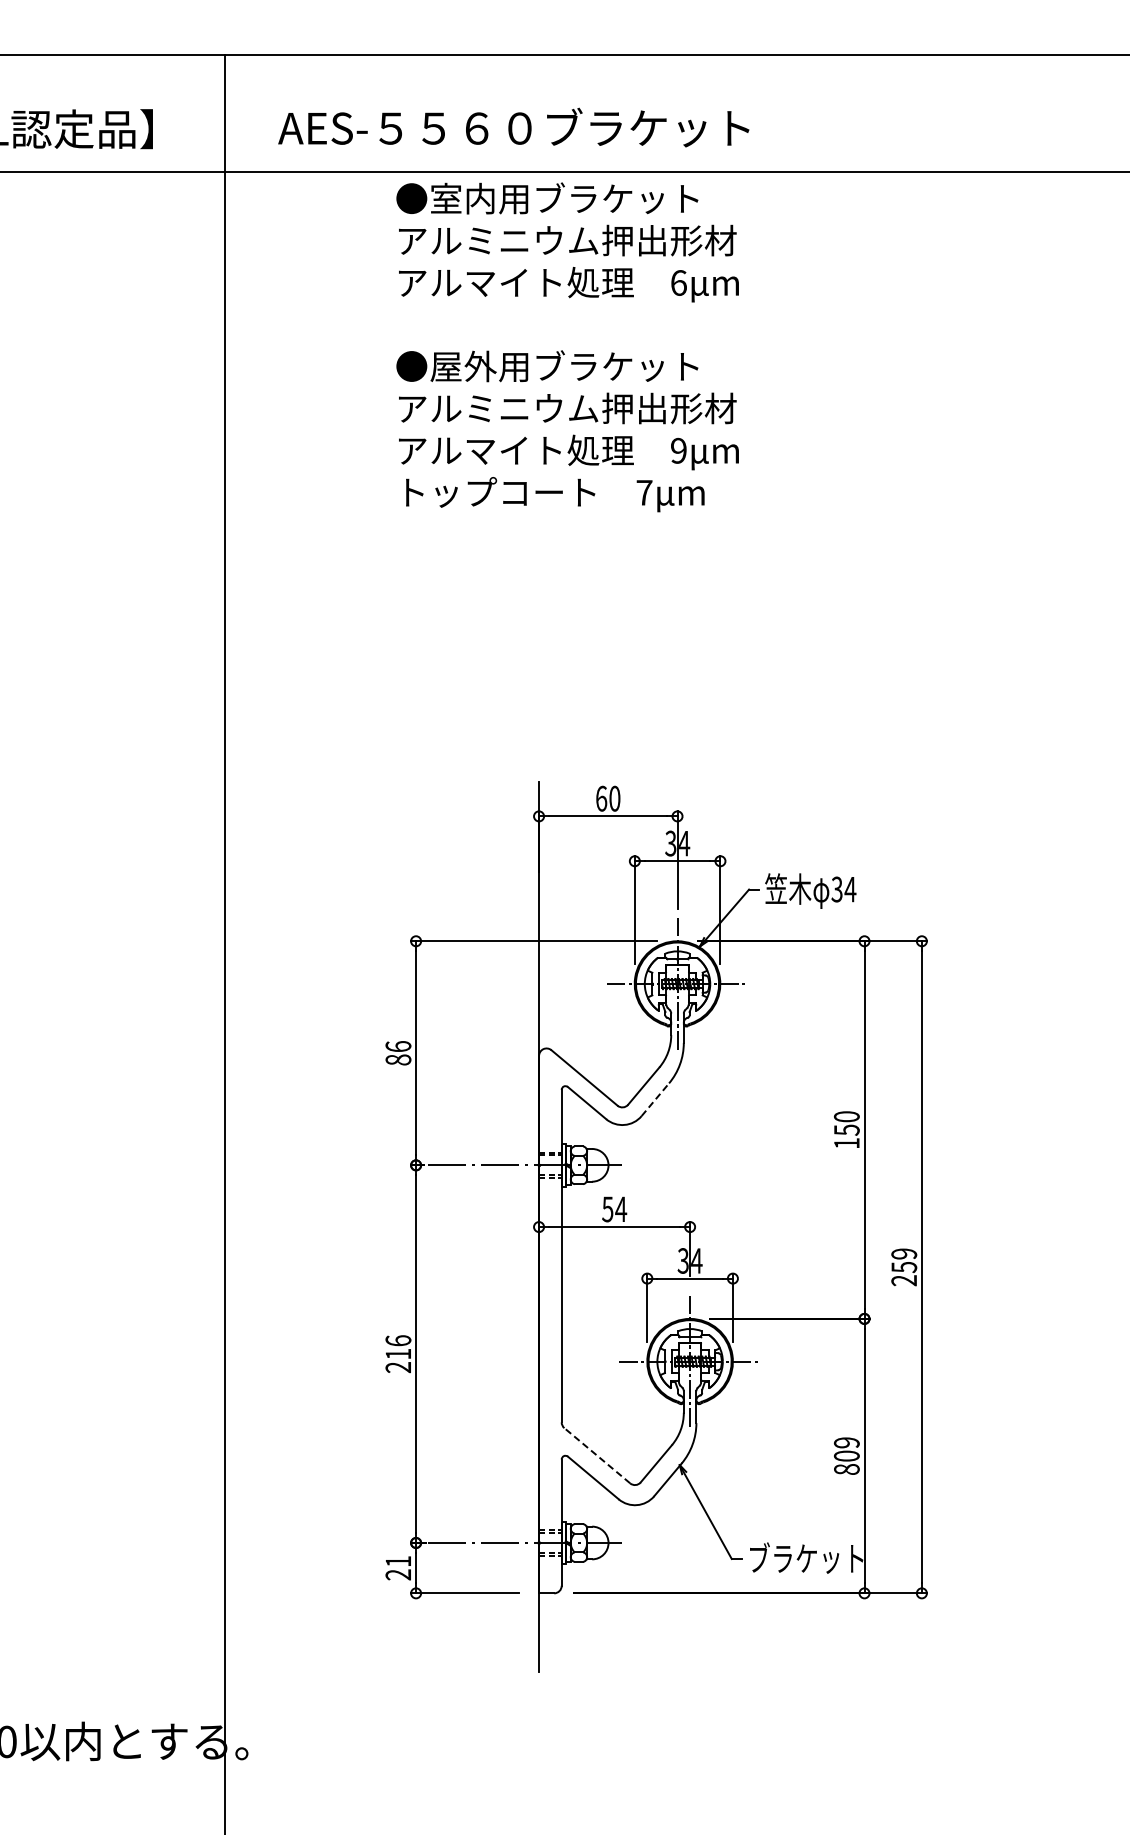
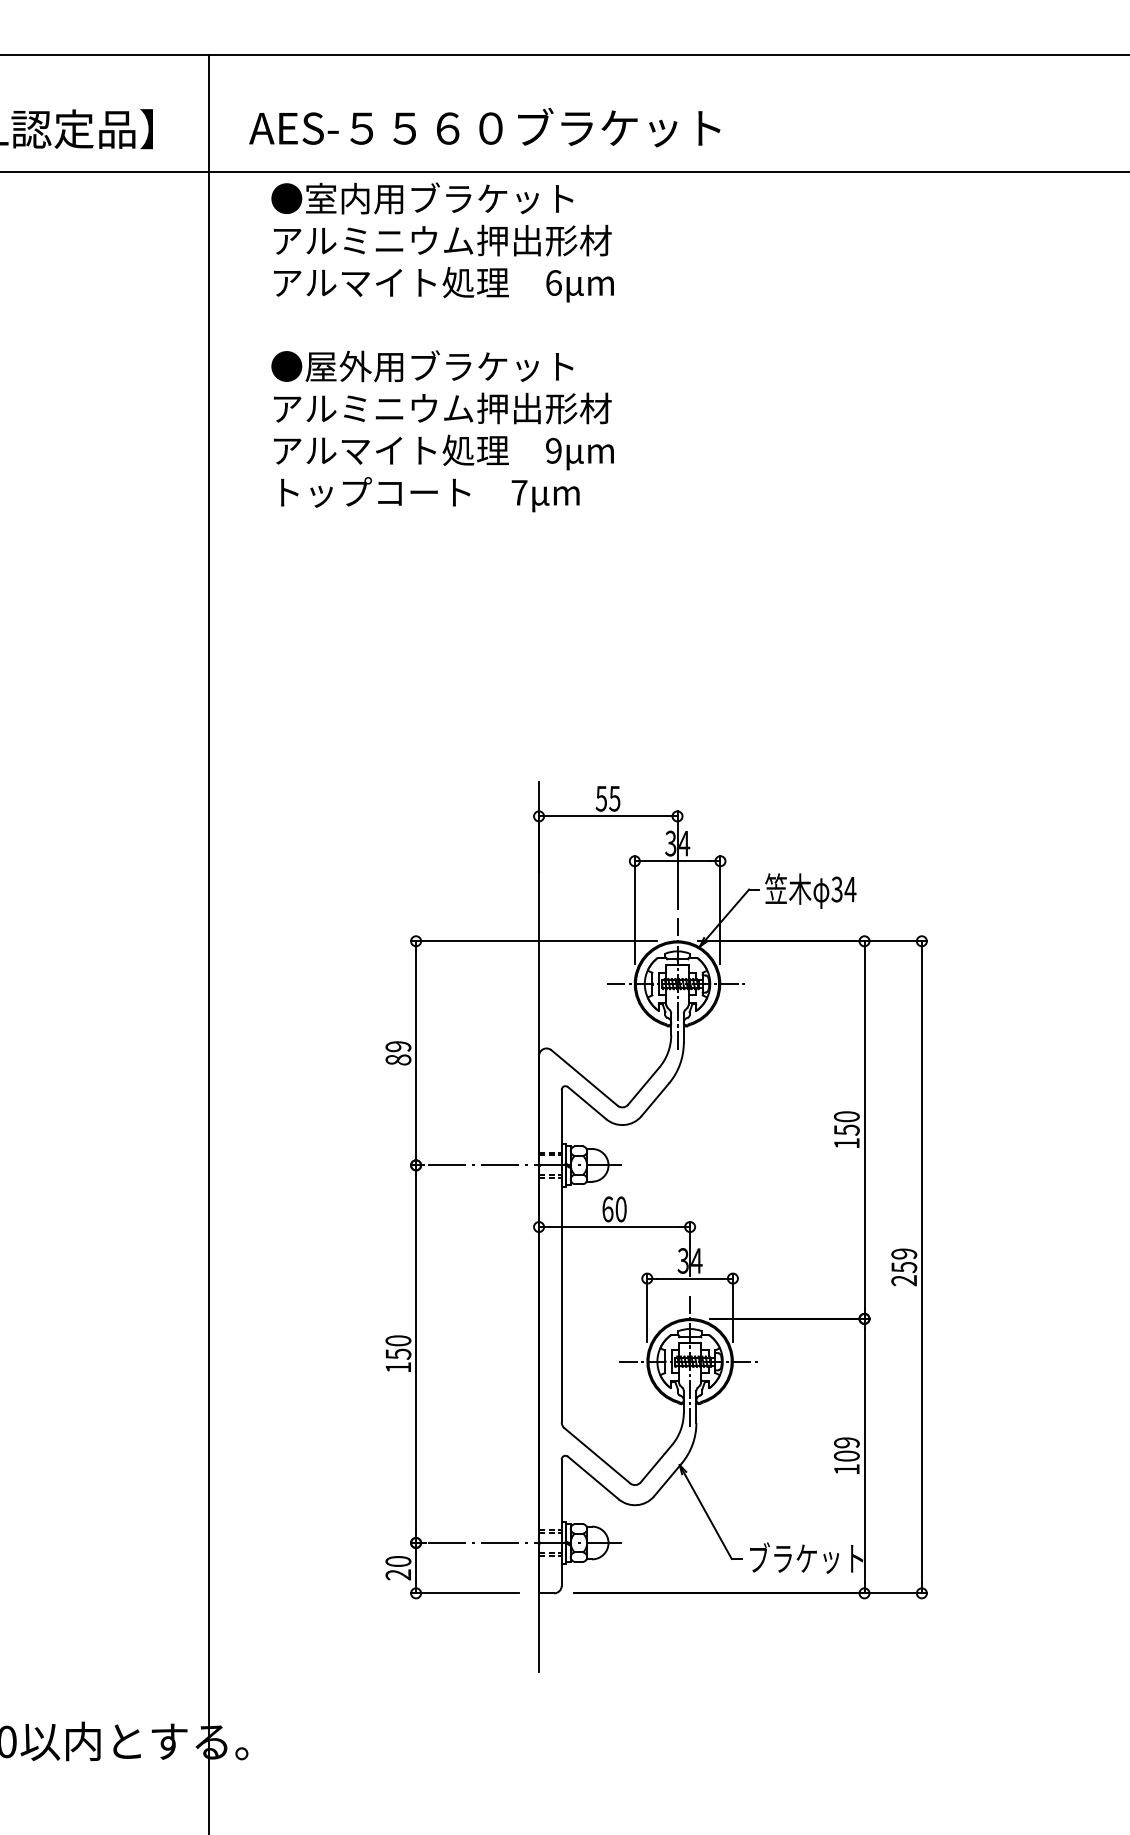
text at (513, 127) position: (513, 127) -> (484, 127)
text at (567, 347) position: (567, 347) -> (442, 347)
text at (607, 798): 60 -> 55
line at (225, 943) position: (225, 943) -> (209, 943)
text at (398, 1046): 86 -> 89
line at (655, 1099): dashed -> solid
text at (614, 1209): 54 -> 60
text at (398, 1354): 216 -> 150
line at (597, 1455): dashed -> solid
text at (846, 1469): 809 -> 109
text at (398, 1561): 21 -> 20
